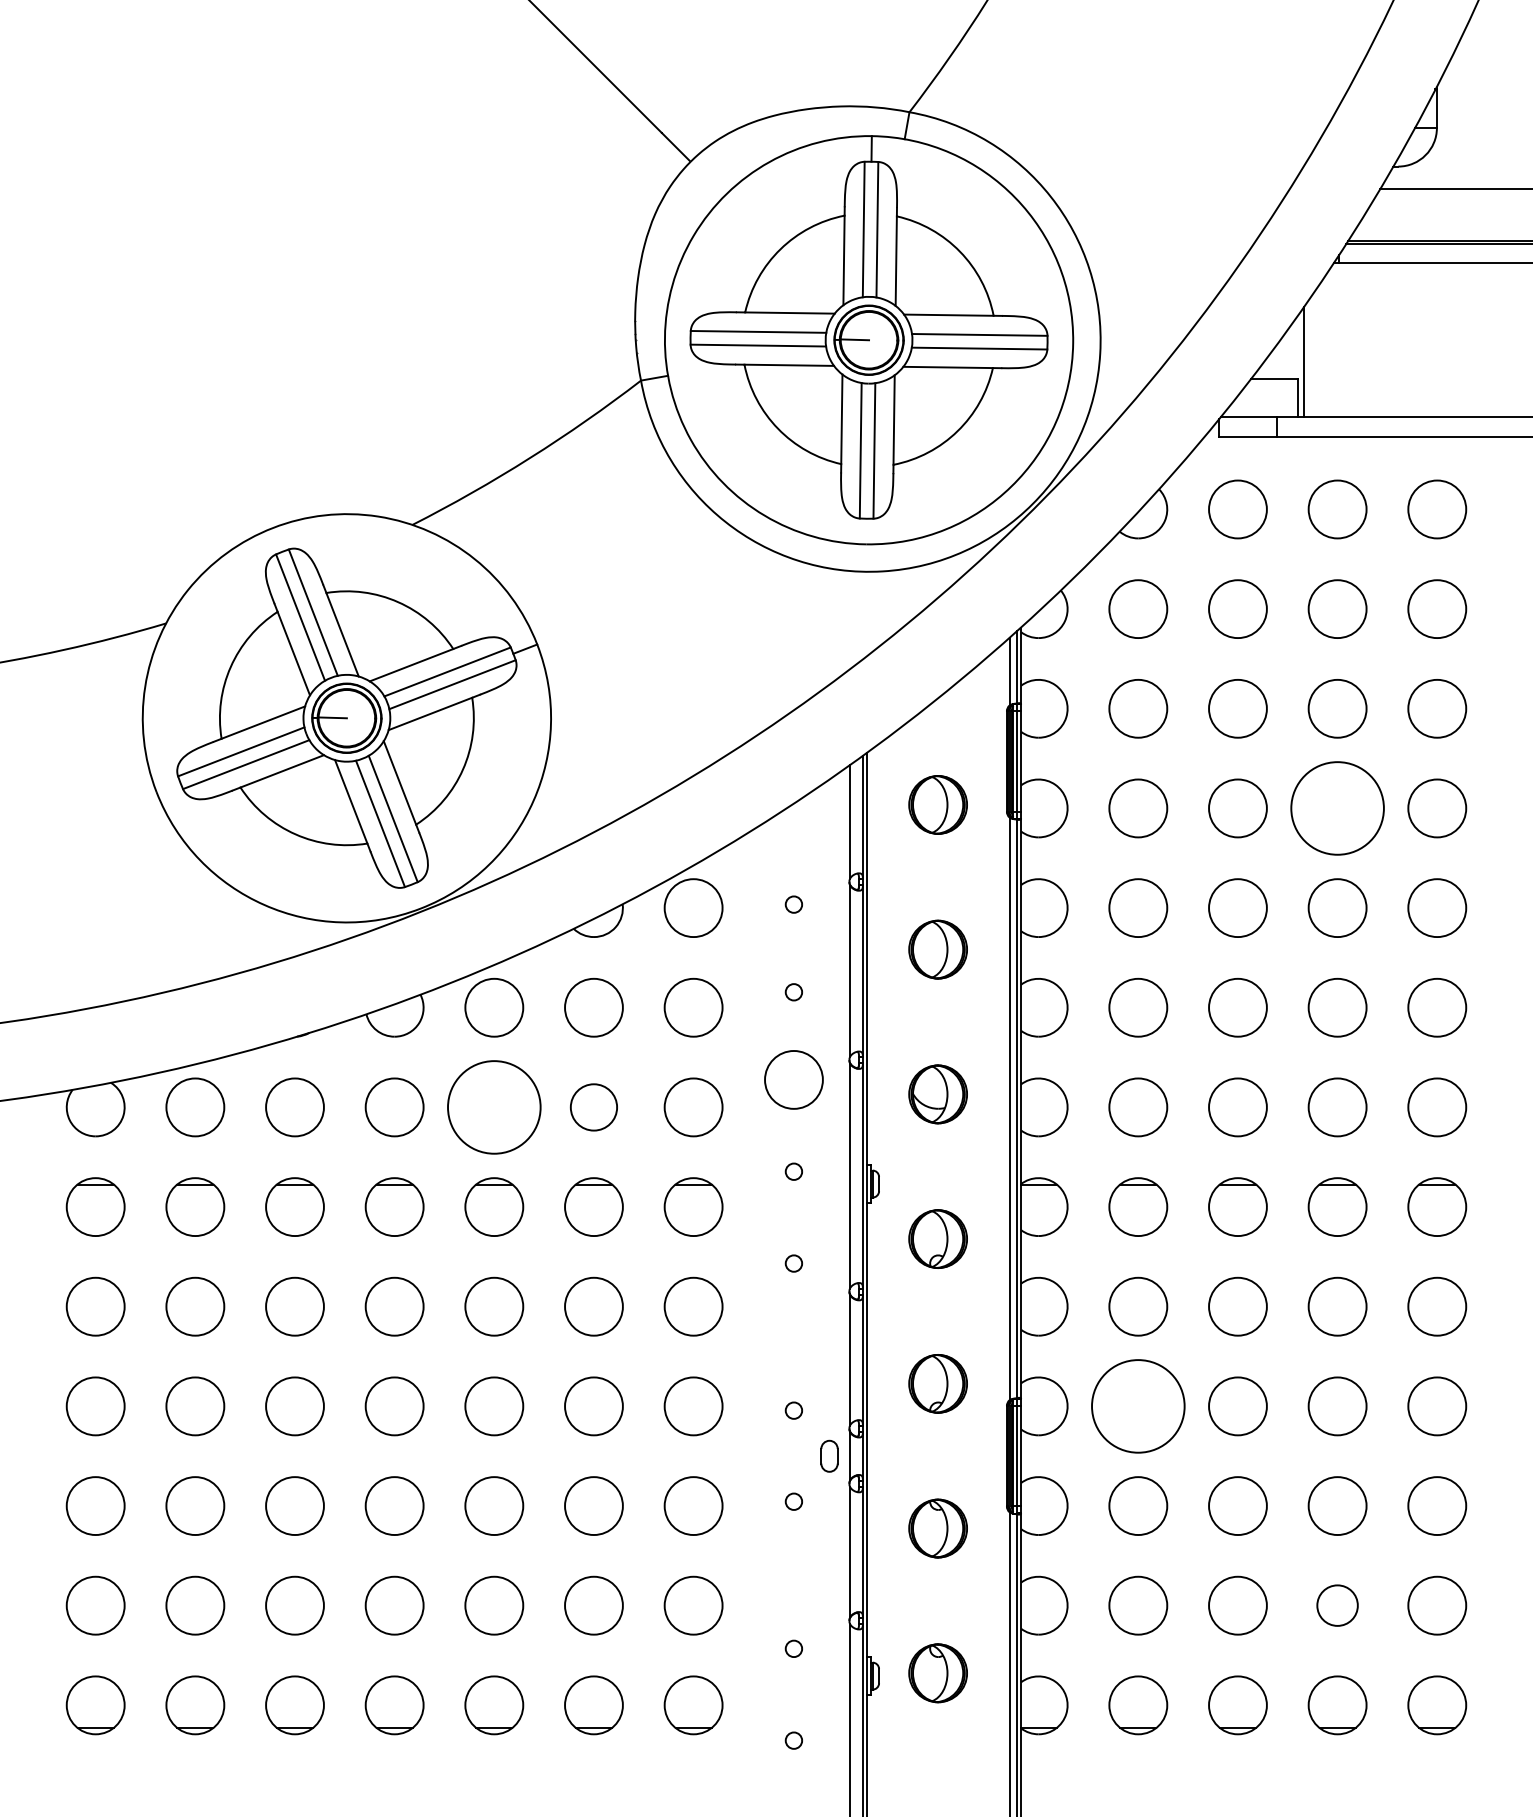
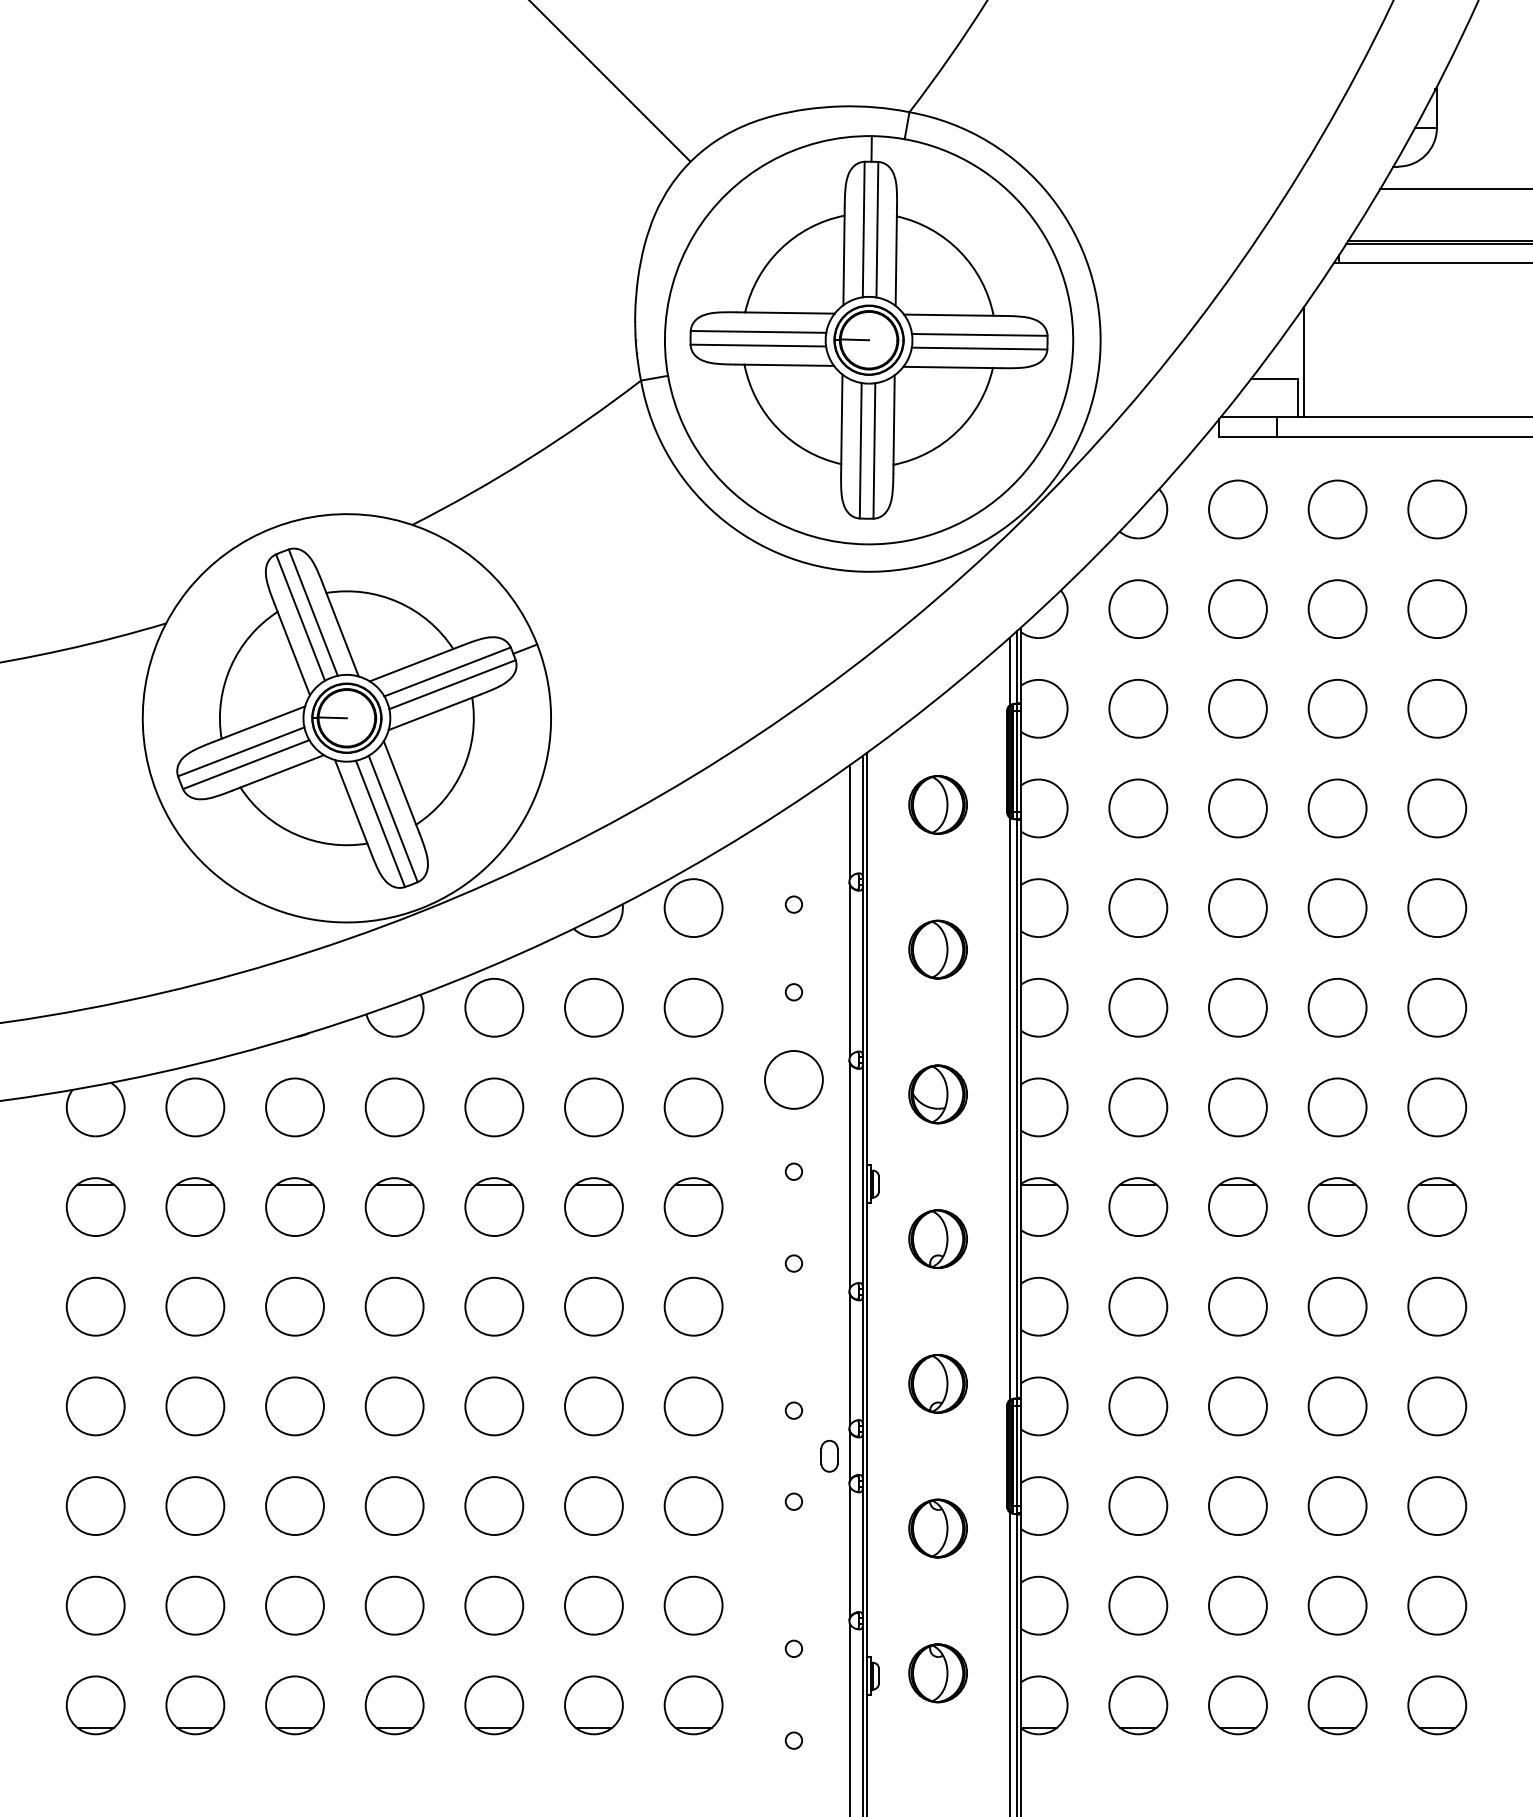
circle at (1337, 808) diameter: 93 px -> 58 px
circle at (494, 1107) diameter: 93 px -> 58 px
circle at (593, 1107) size: 49x49 px -> 60x61 px
circle at (1138, 1406) diameter: 93 px -> 58 px
circle at (1337, 1605) size: 43x43 px -> 61x61 px
